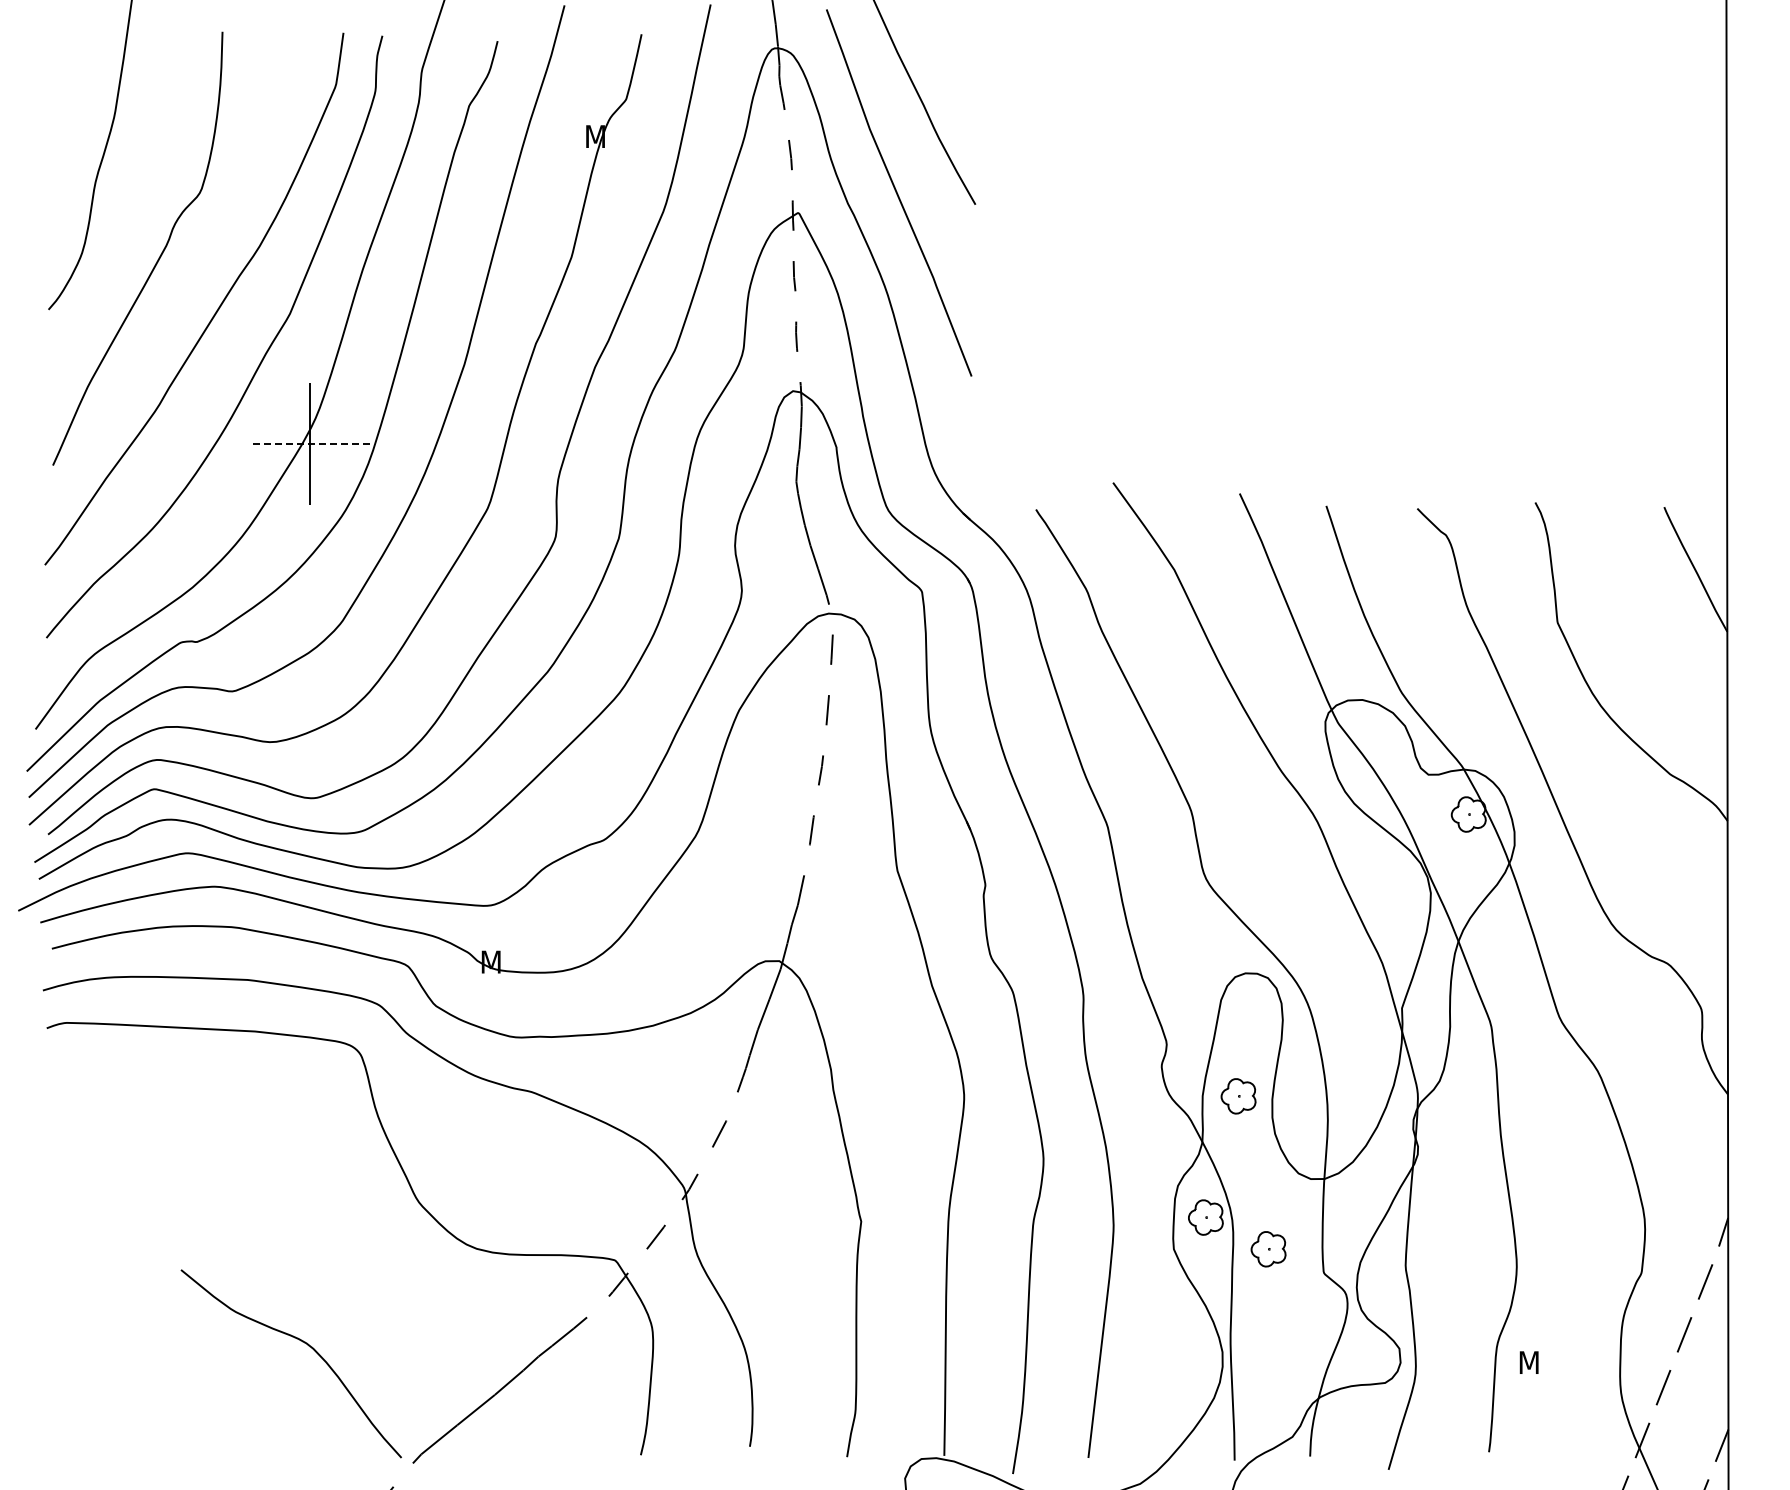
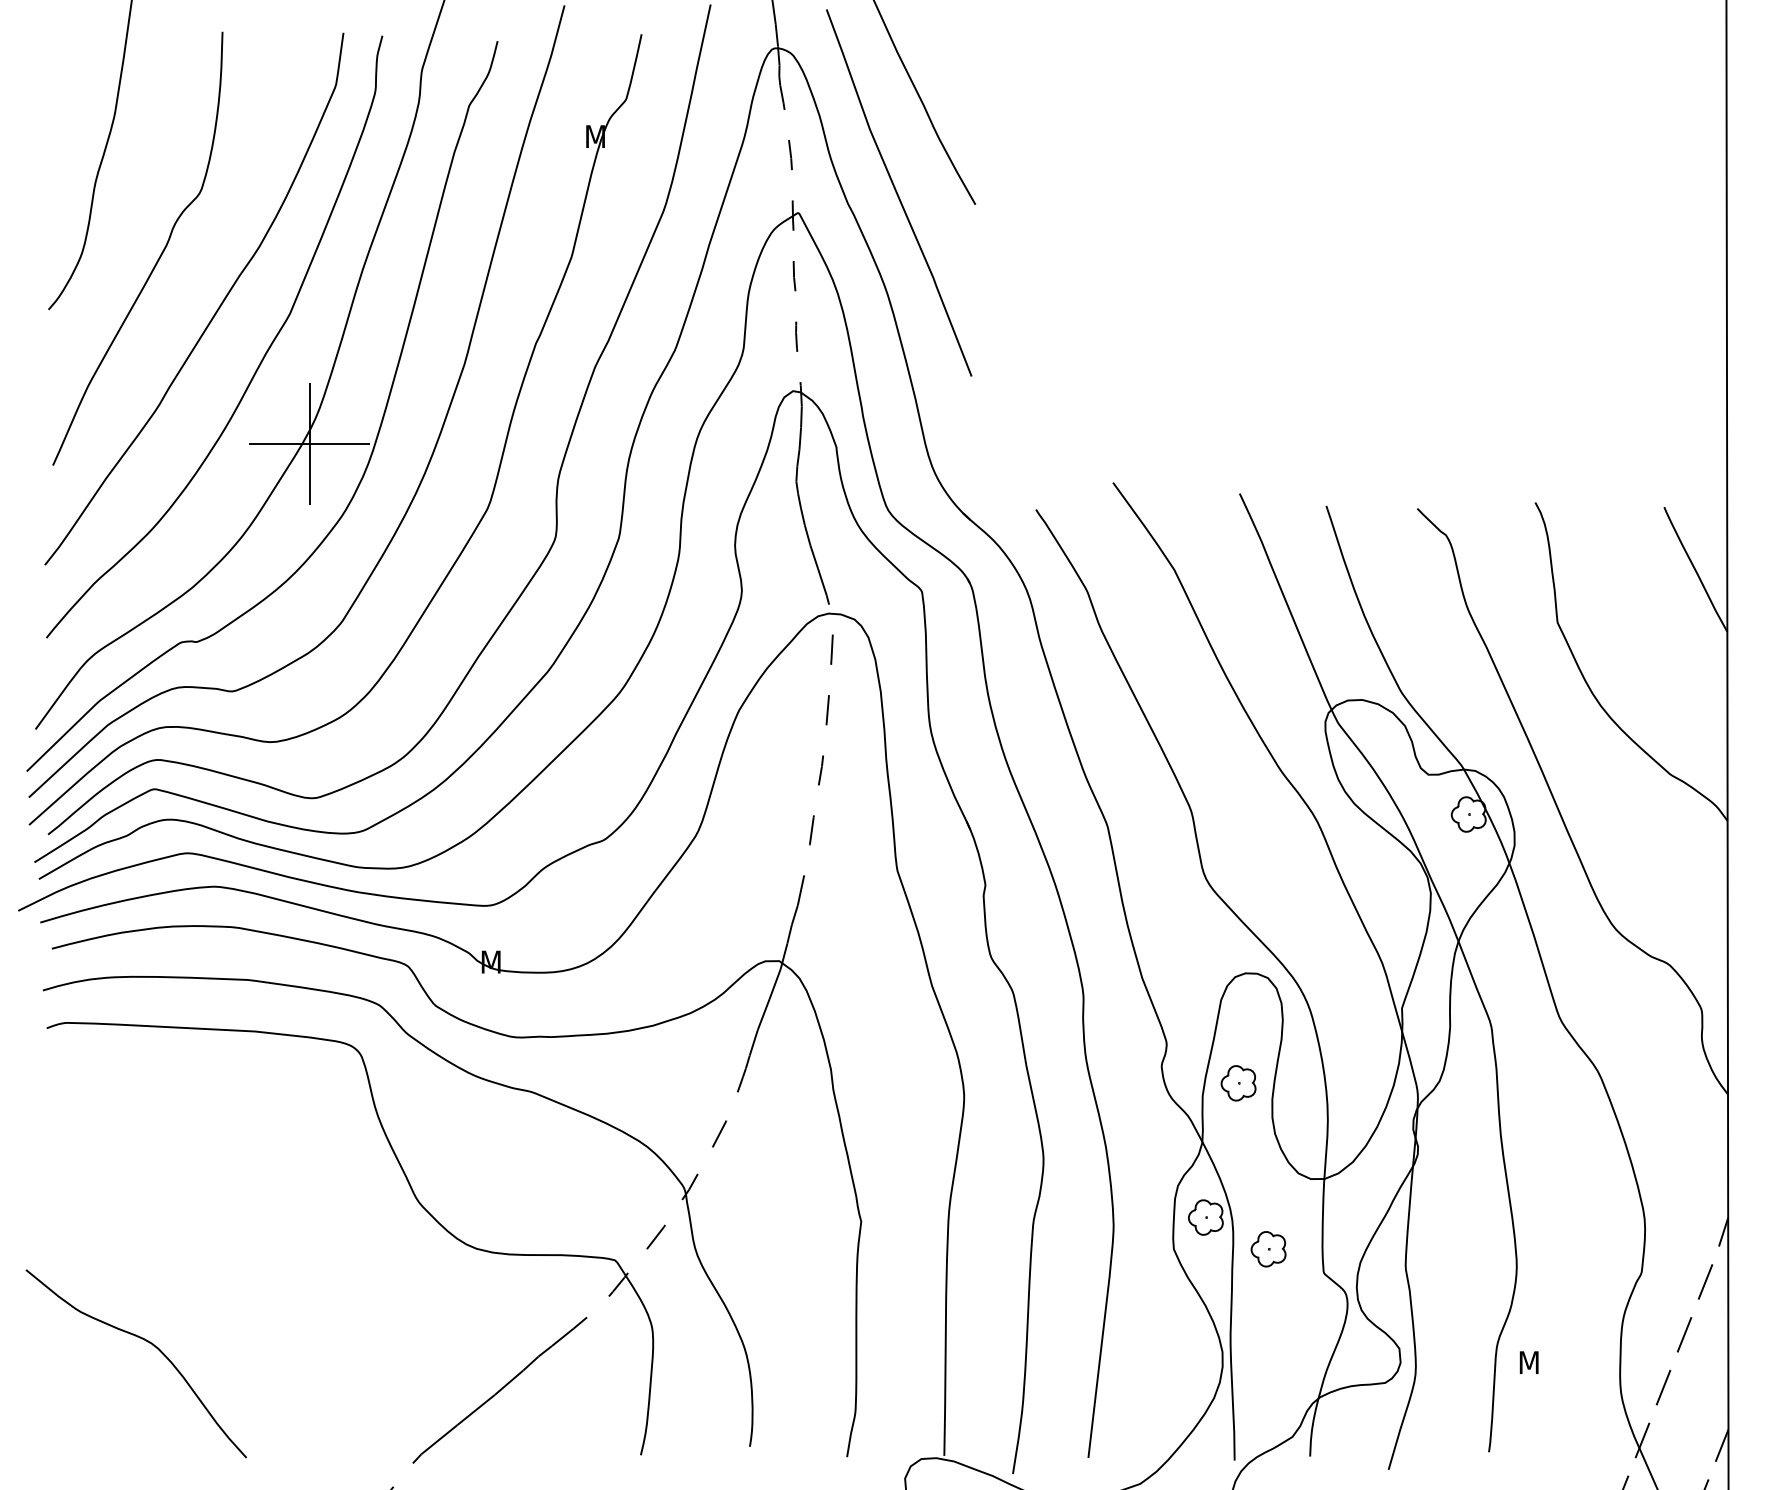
line at (309, 444): dashed -> solid
part at (1238, 1096) position: (1238, 1096) -> (1238, 1083)
curve at (300, 1341) position: (300, 1341) -> (145, 1341)
